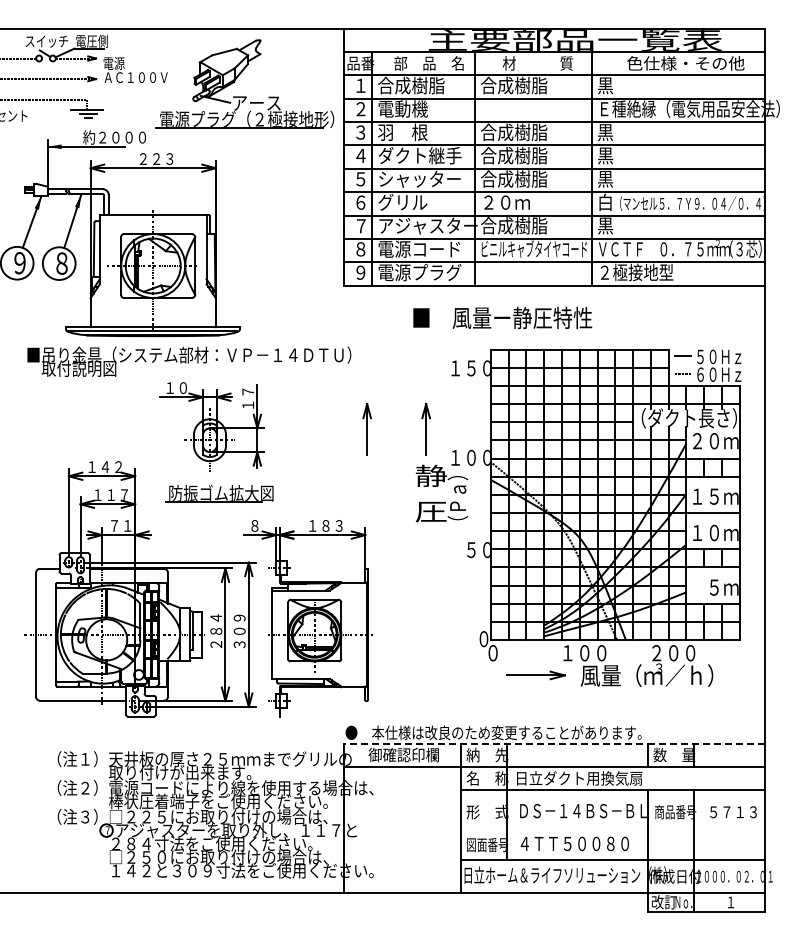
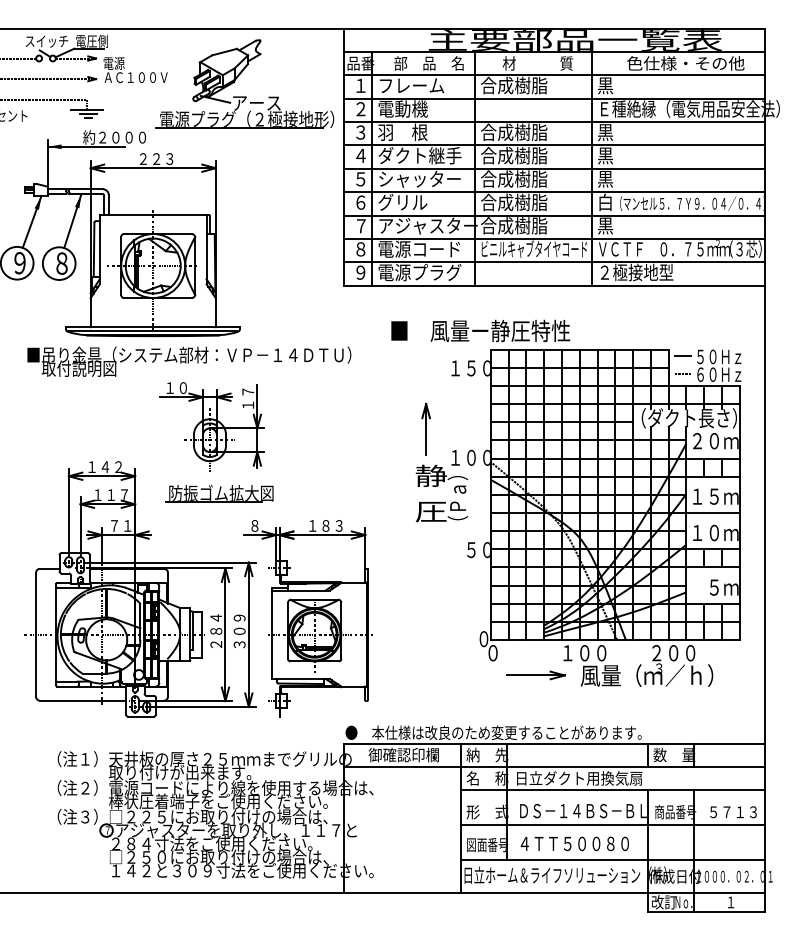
text at (411, 85): 合成樹脂 -> フレーム
text at (514, 202): ２０ｍ -> 合成樹脂
text at (502, 317) position: (502, 317) -> (480, 330)
part at (366, 429): present -> none
line at (553, 743): dashed -> solid
line at (612, 825): none -> present
